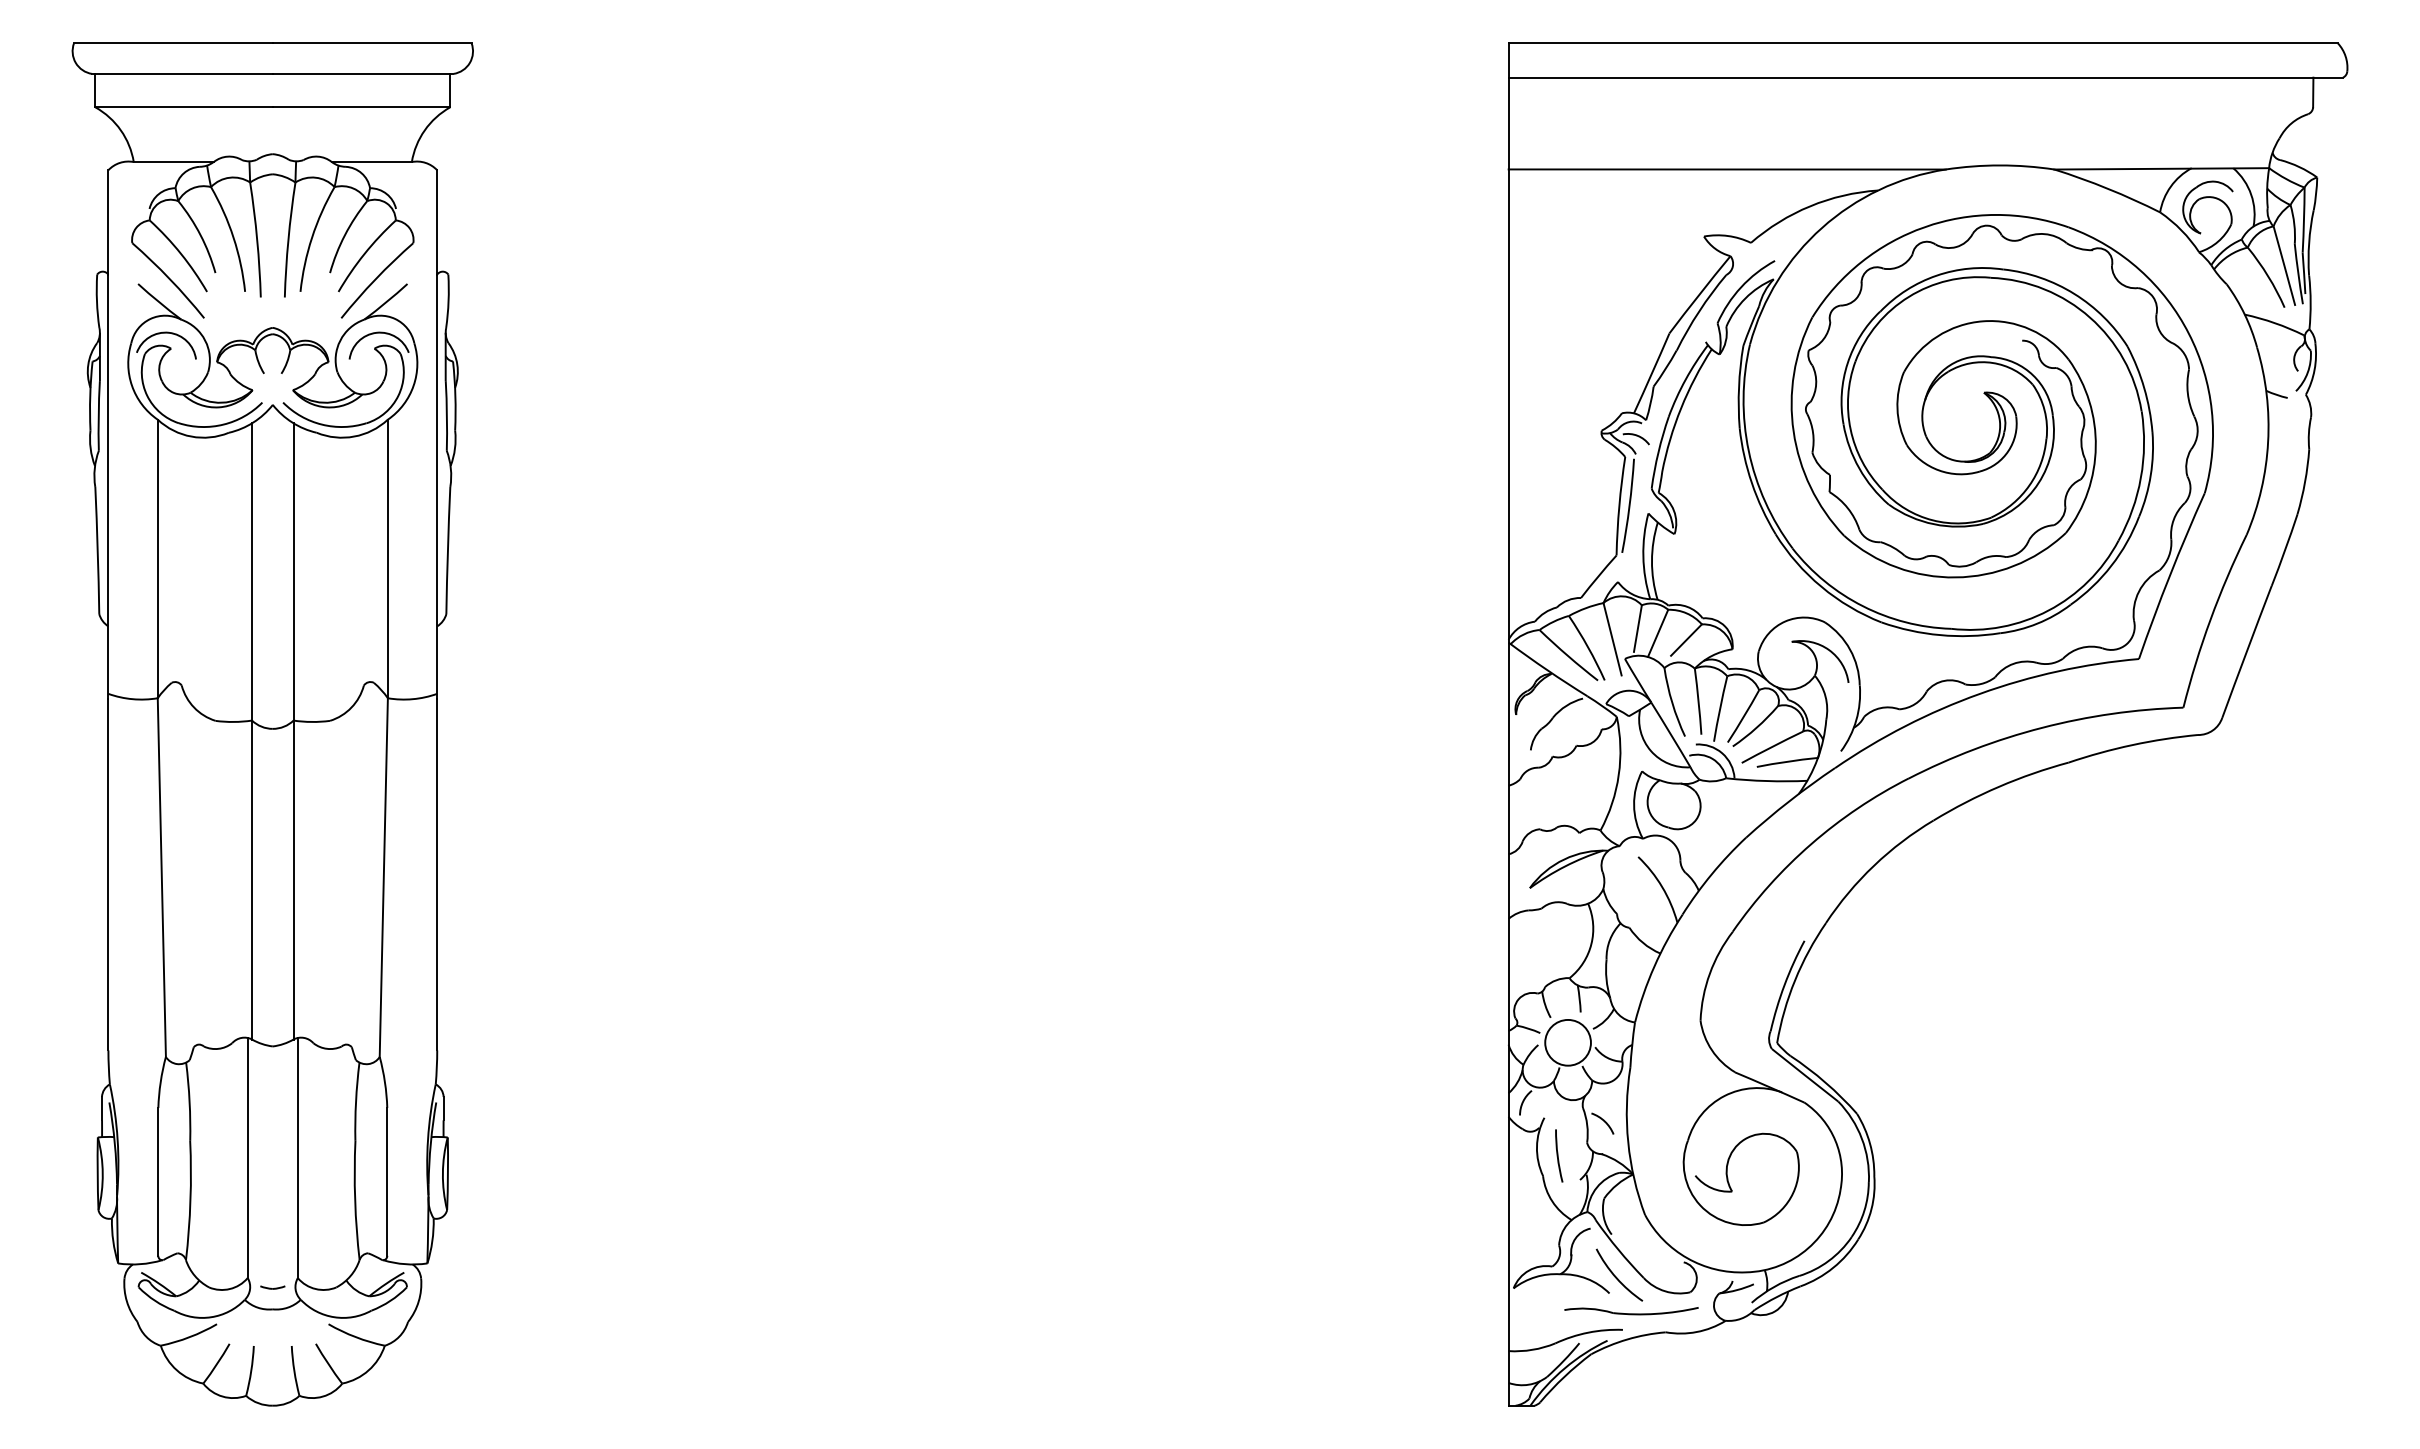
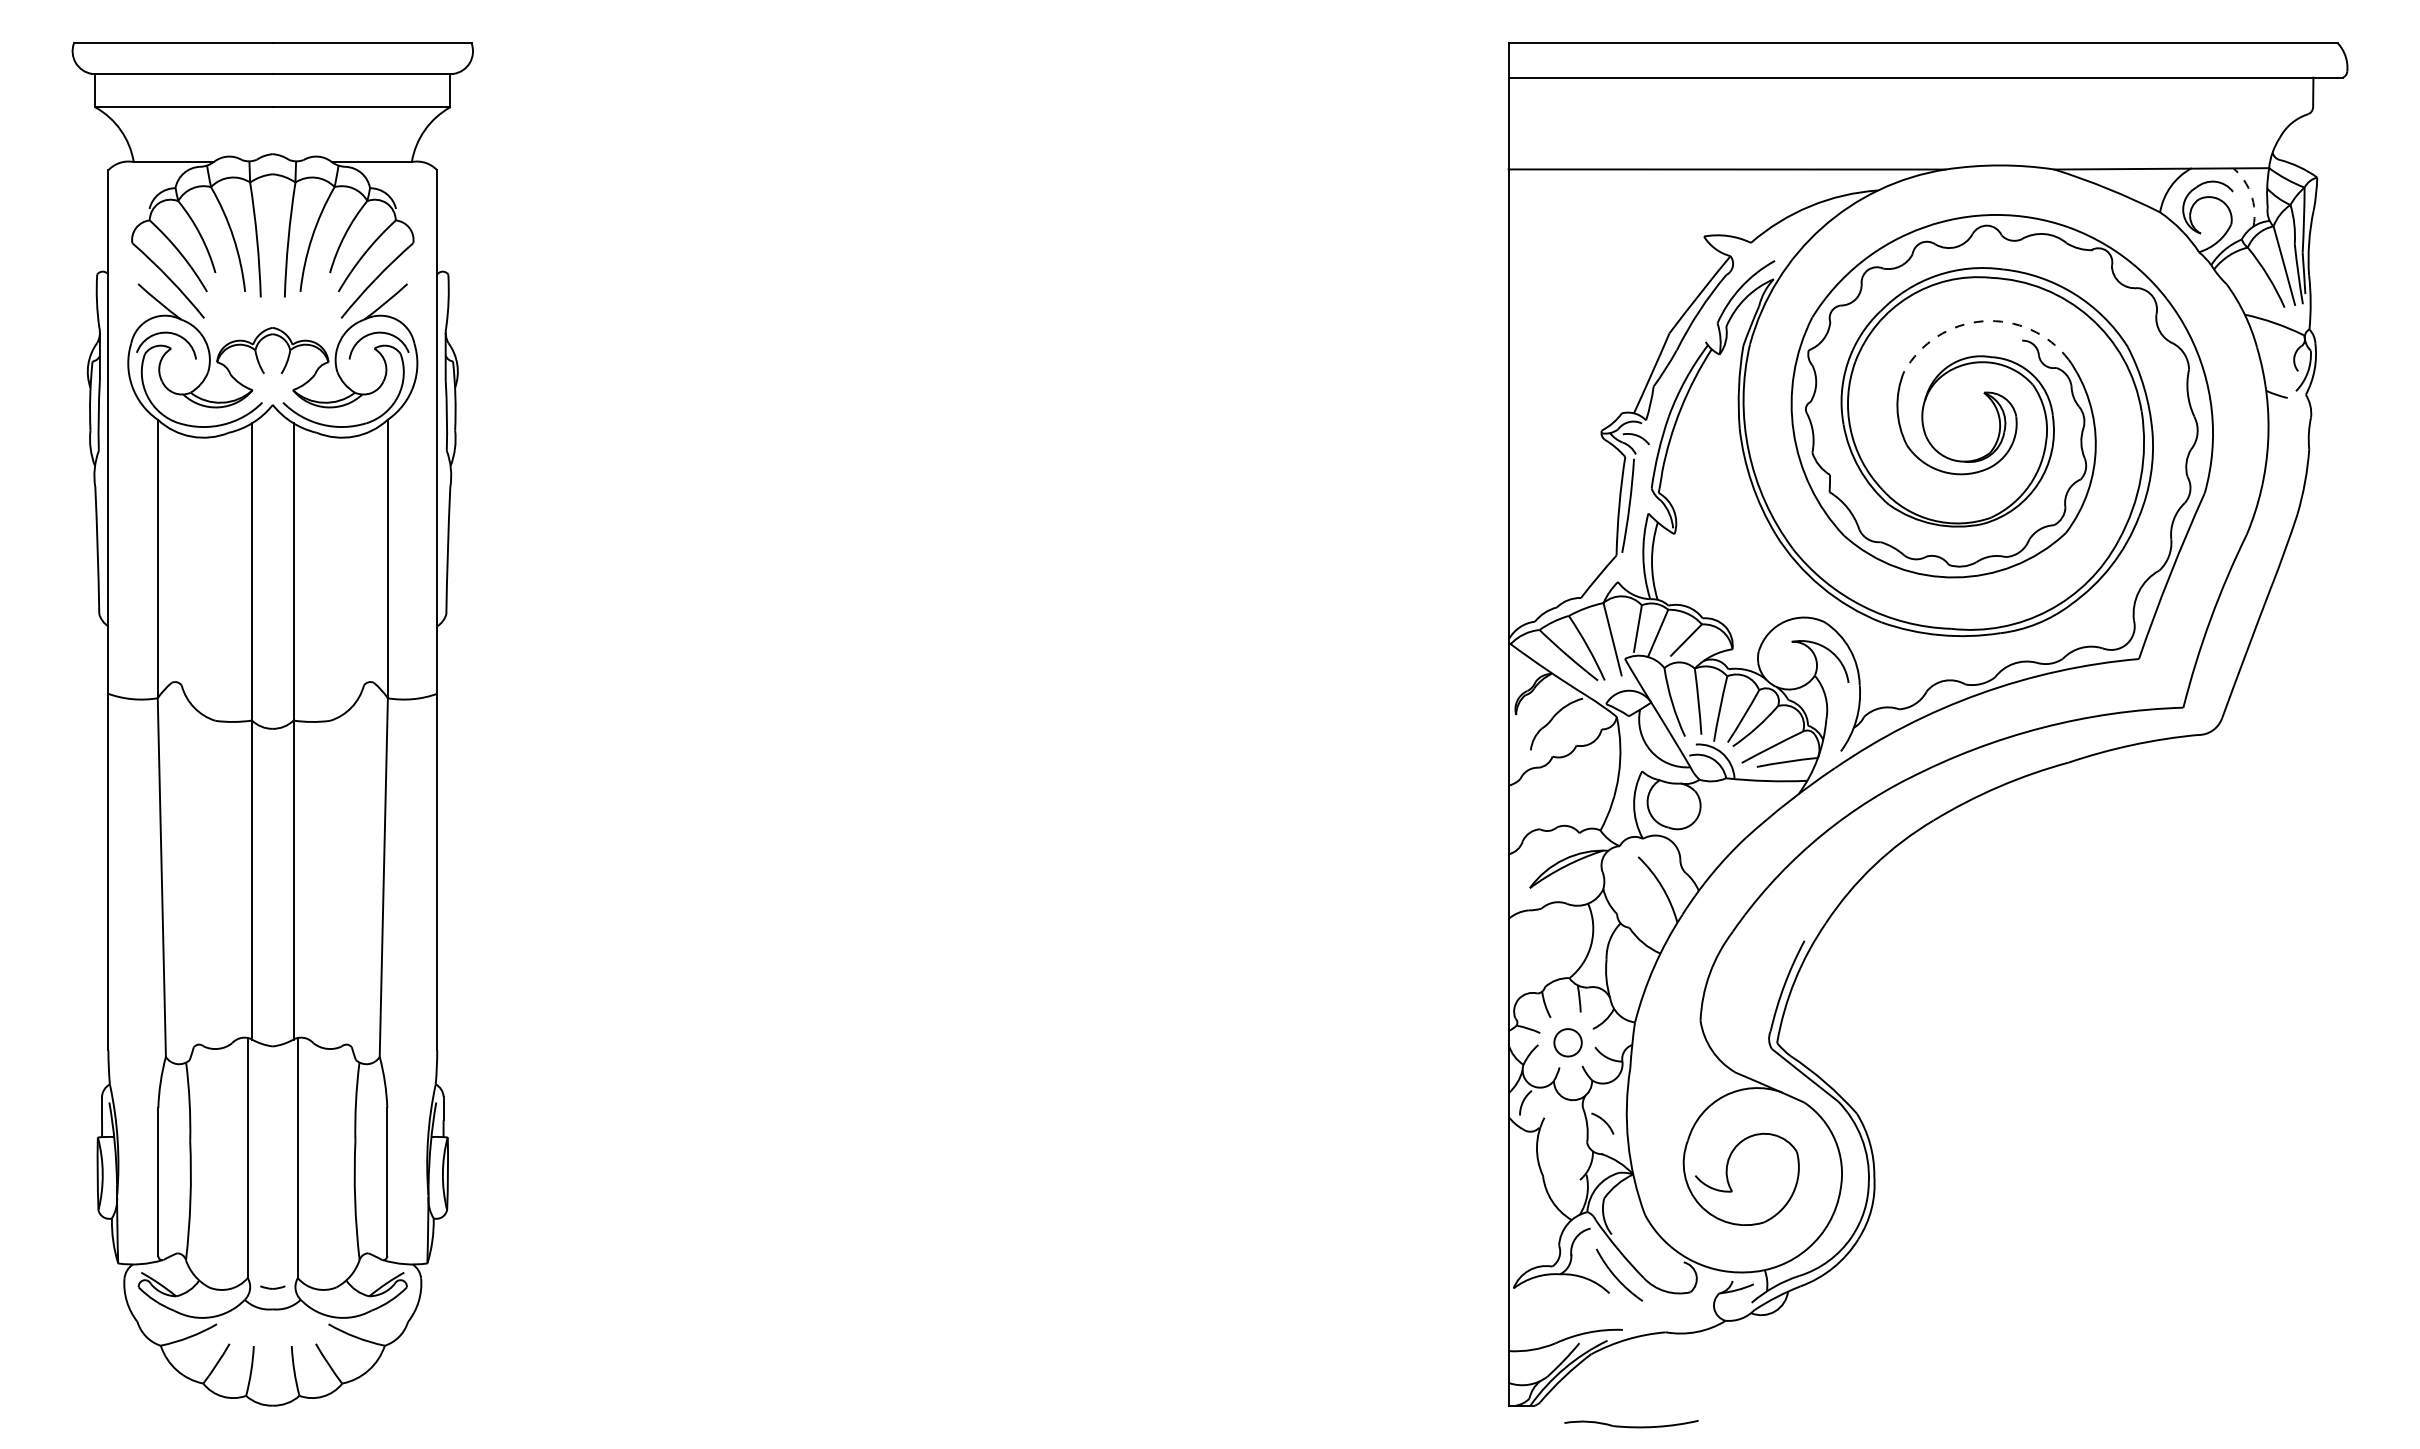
arc at (2251, 194): solid -> dashed
arc at (1983, 321): solid -> dashed
circle at (1567, 1042) diameter: 46 px -> 27 px
arc at (1558, 1155): present -> none
part at (1631, 1311) position: (1631, 1311) -> (1631, 1424)
